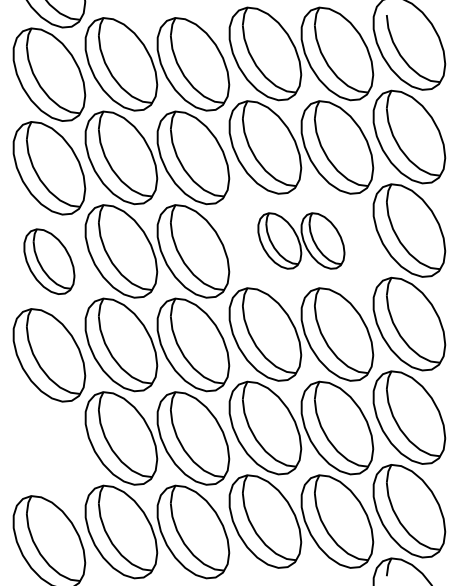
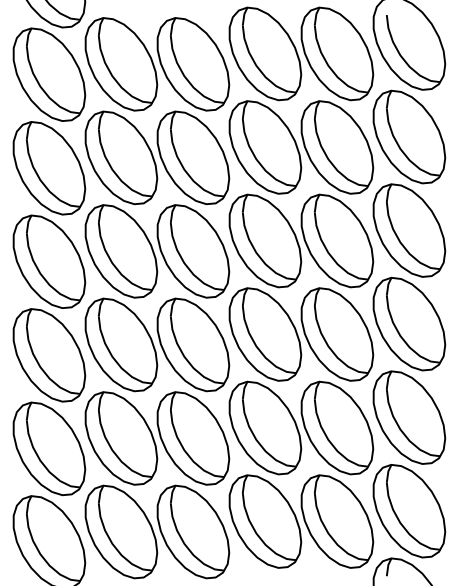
part at (301, 240) size: 89x58 px -> 147x96 px
part at (49, 261) size: 53x67 px -> 75x95 px
part at (49, 448): none -> present
